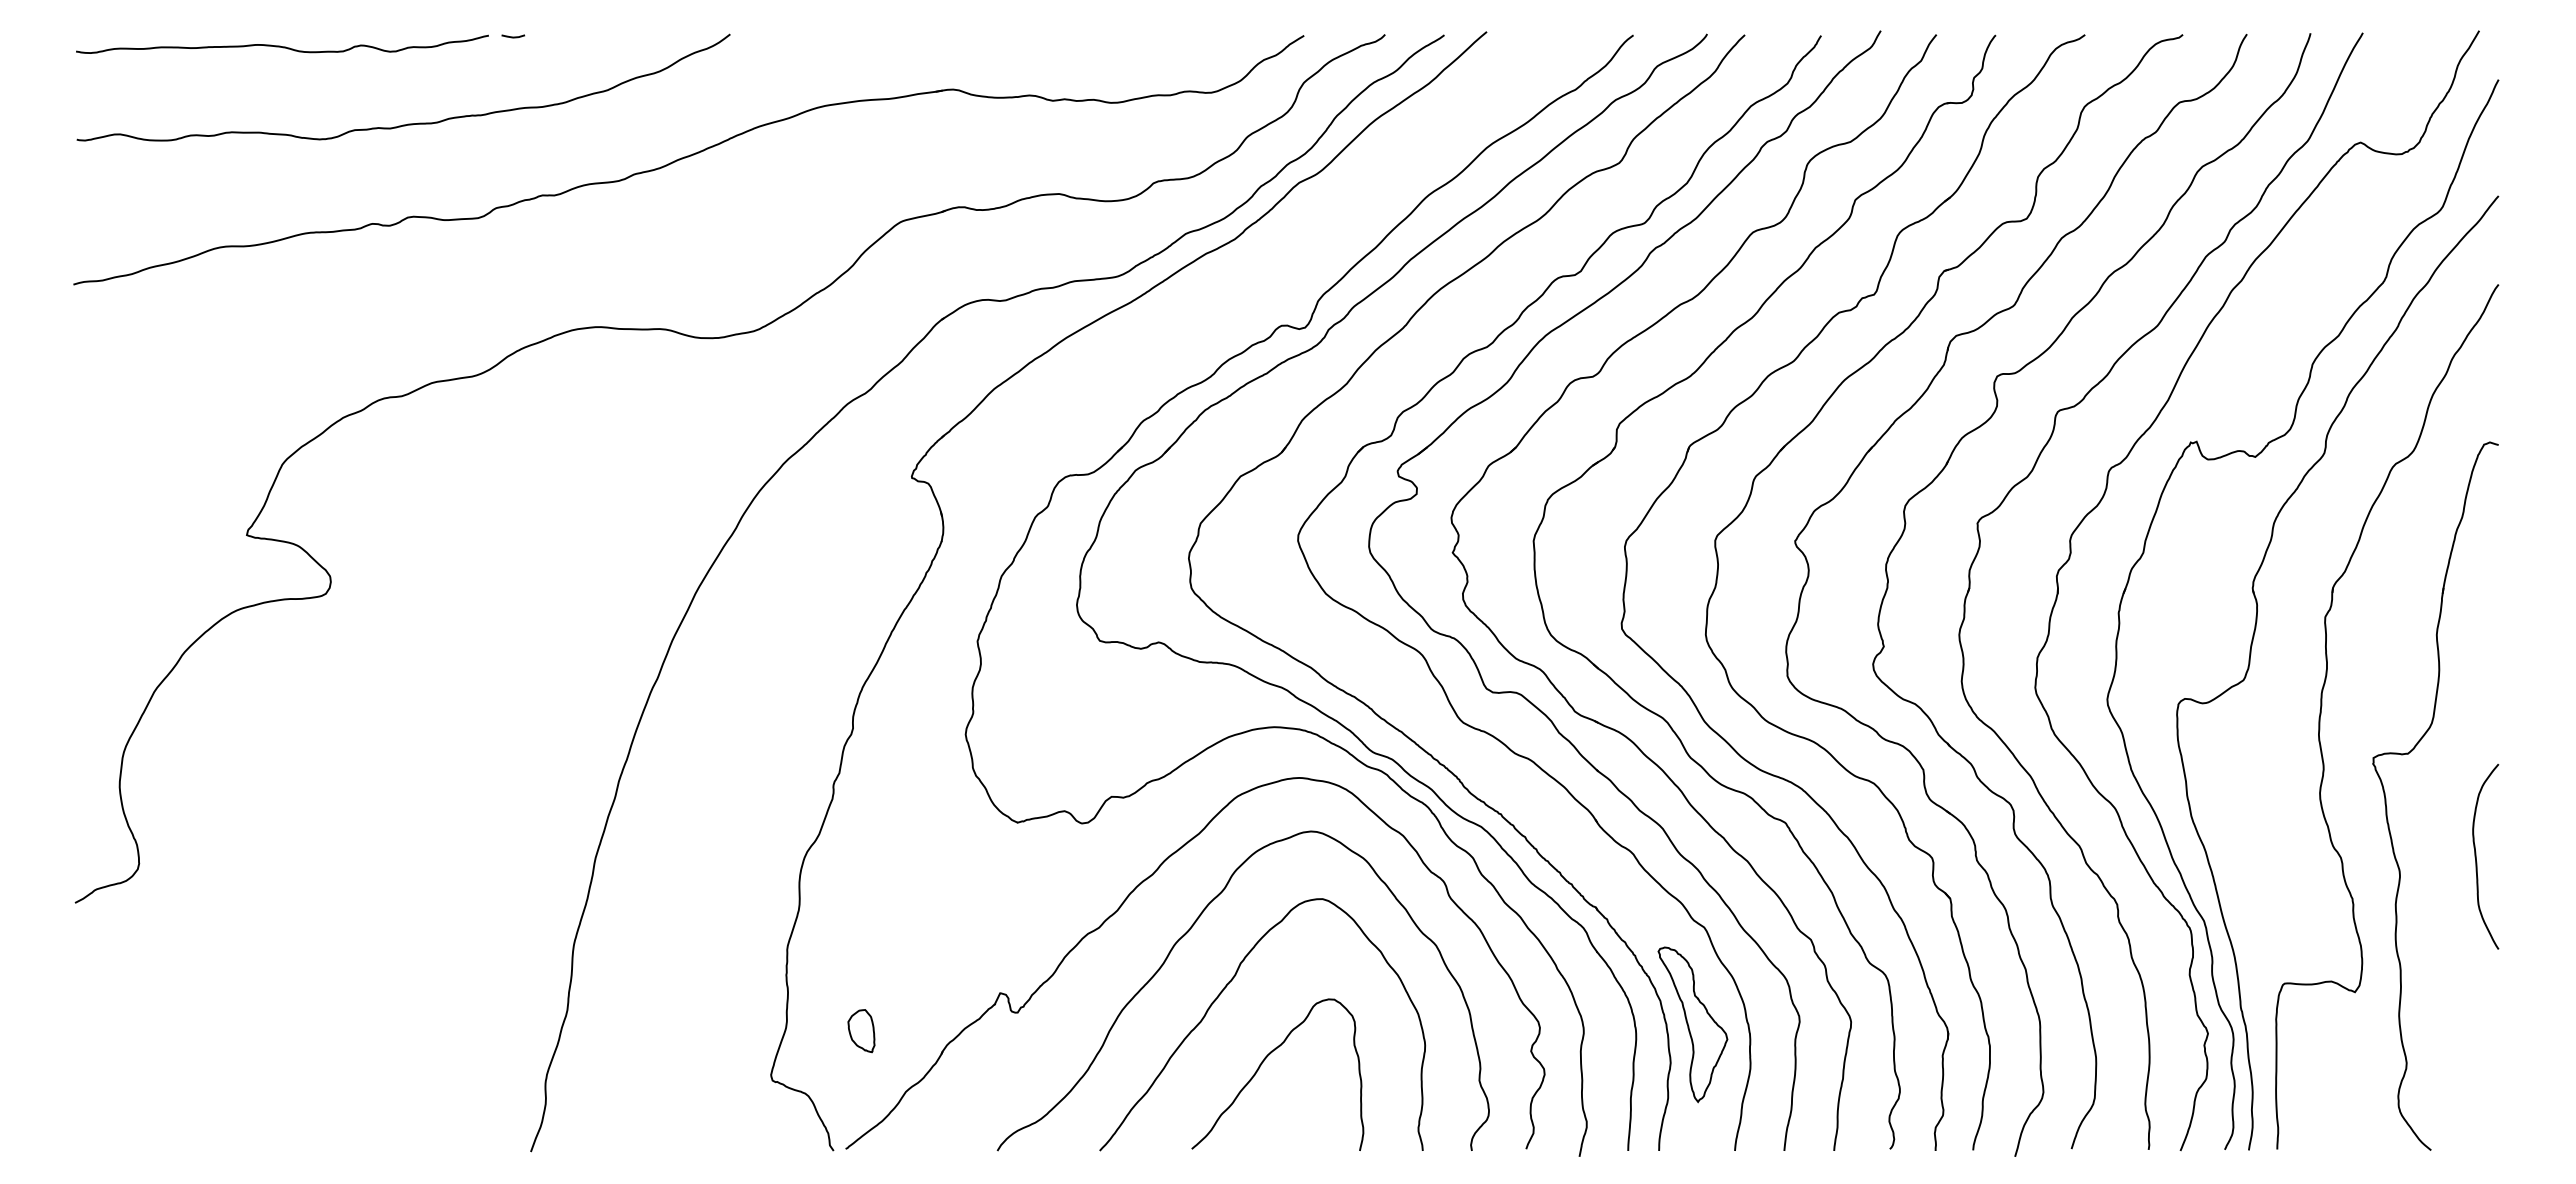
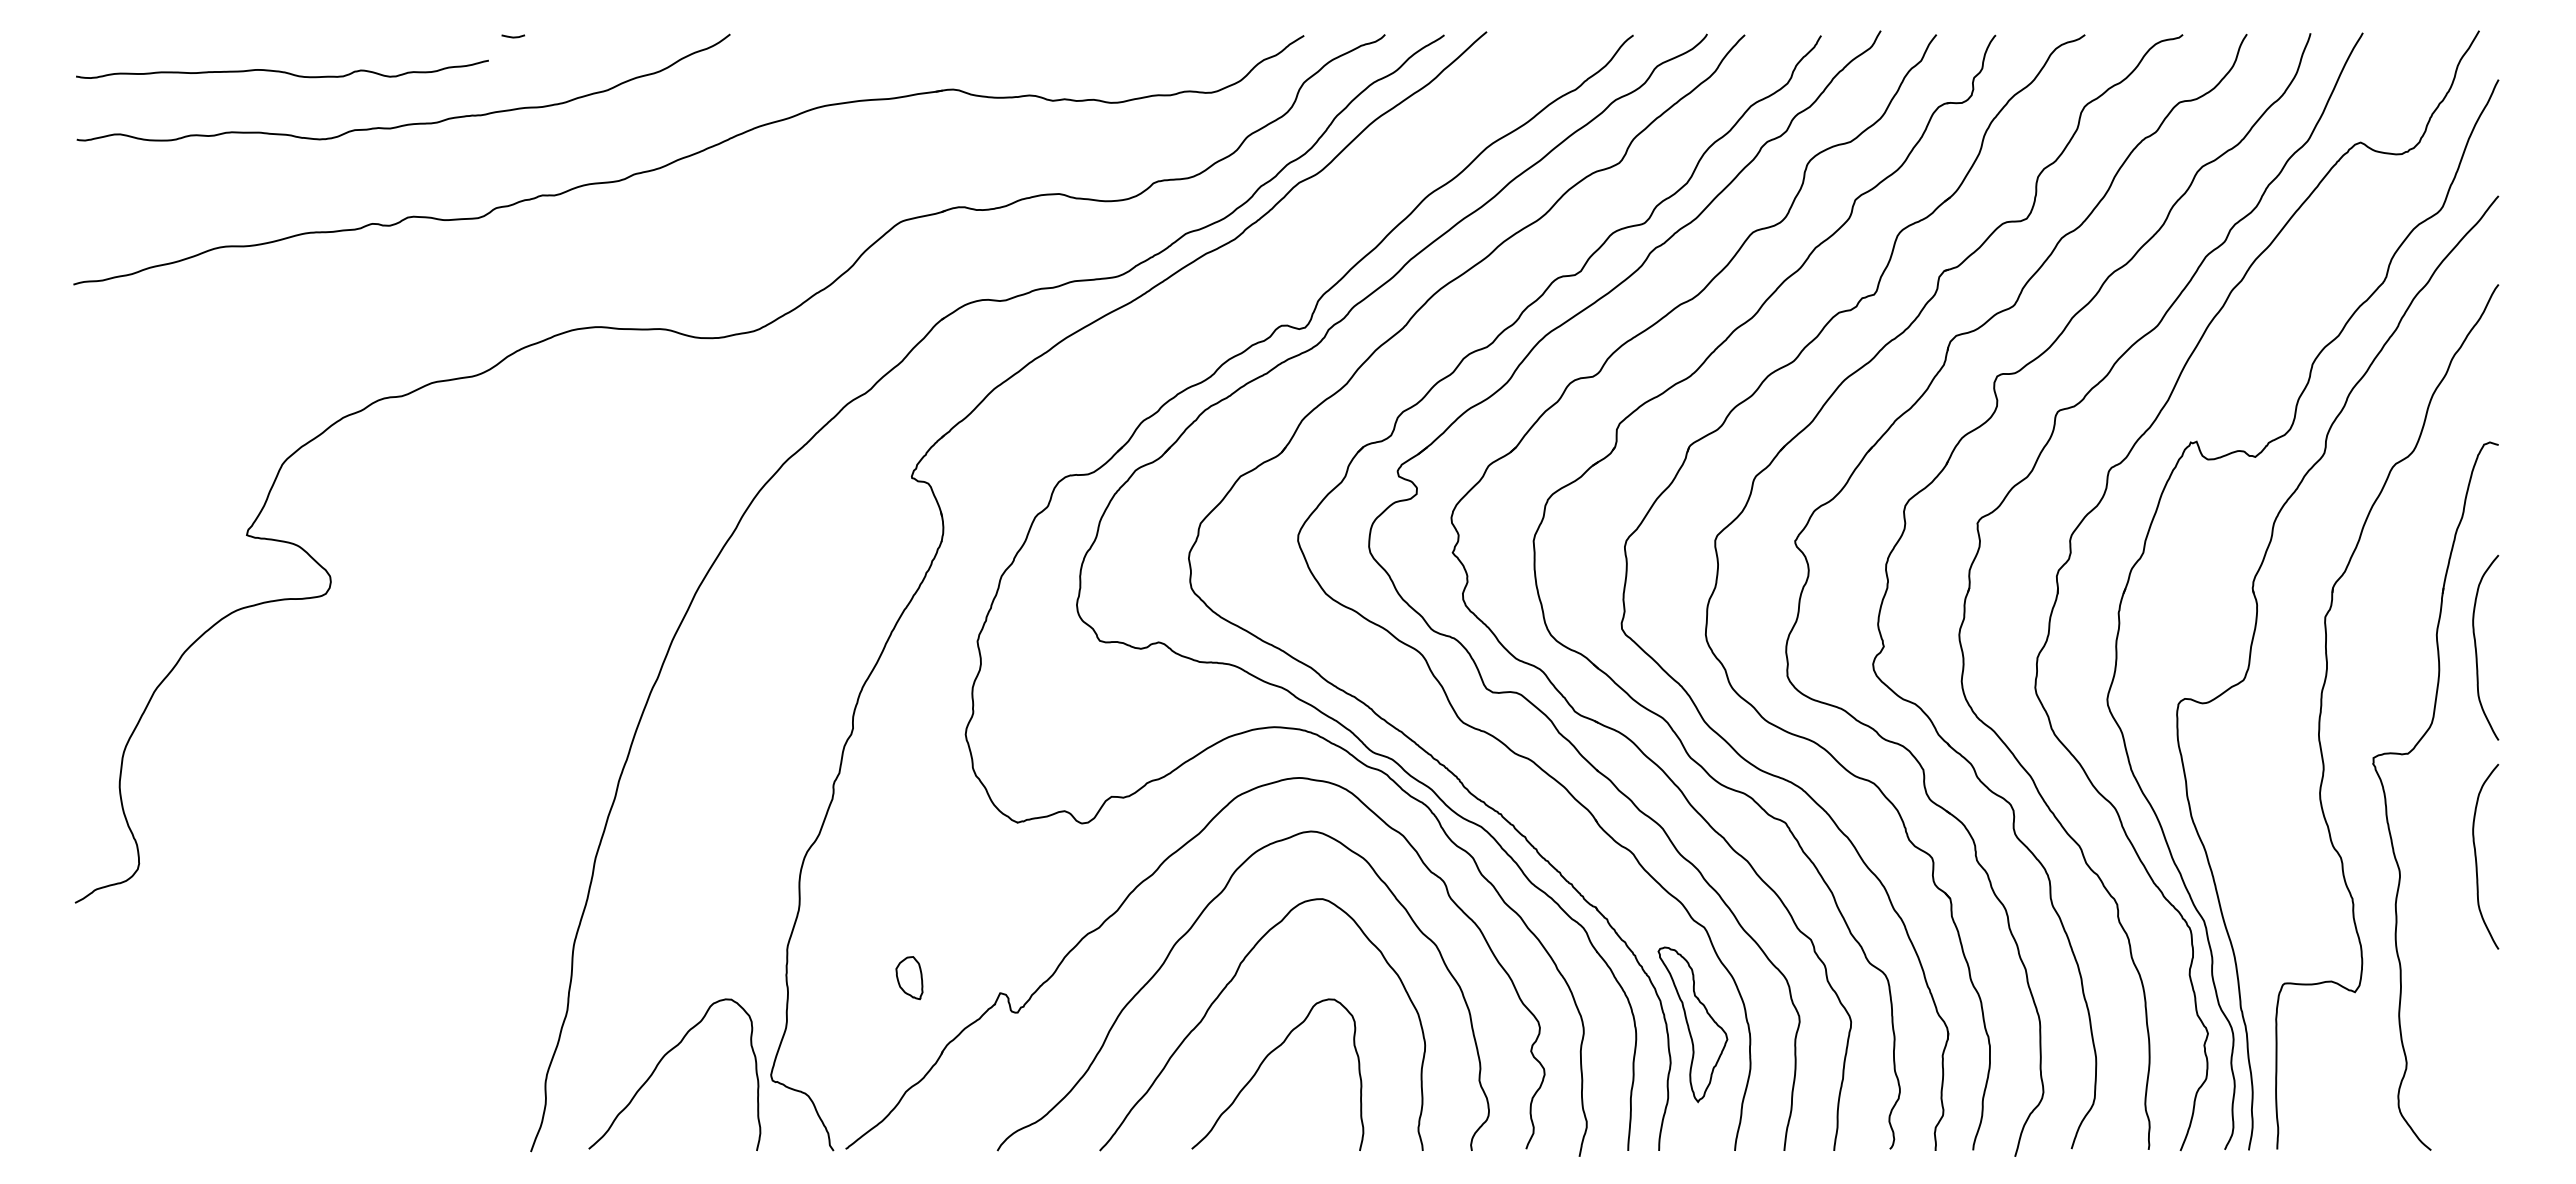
curve at (280, 45) position: (280, 45) -> (280, 70)
curve at (2476, 647): none -> present
part at (861, 1031) position: (861, 1031) -> (909, 978)
curve at (658, 1065): none -> present
